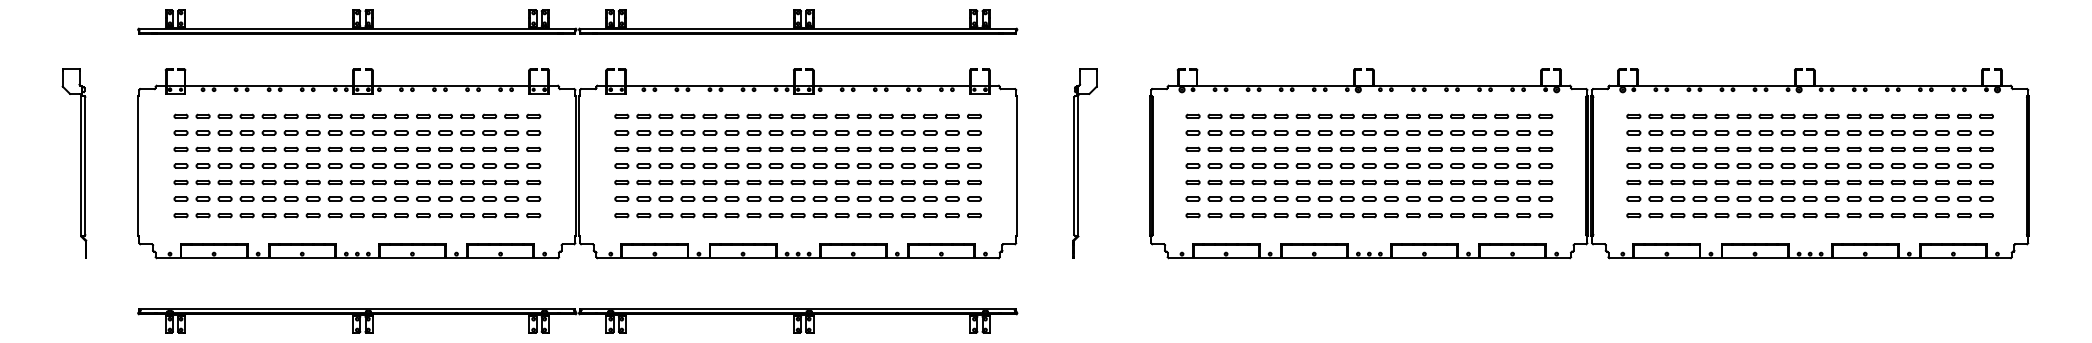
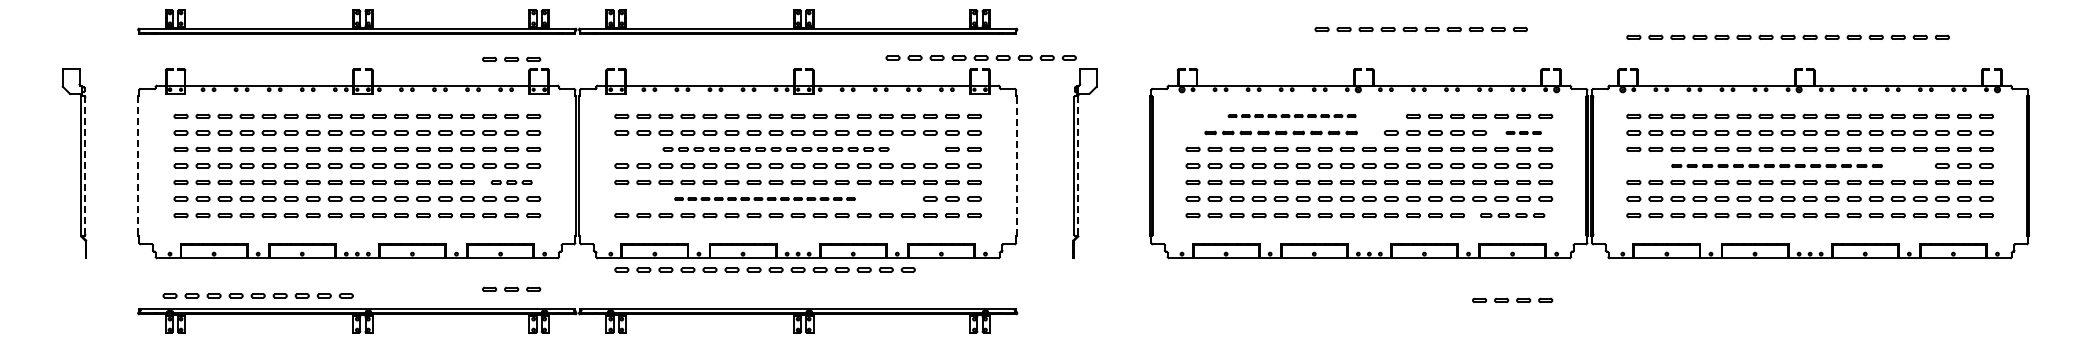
part at (1420, 29): none -> present
part at (1787, 36): none -> present
part at (980, 57): none -> present
part at (511, 58): none -> present
part at (1291, 115) size: 214x6 px -> 130x5 px
part at (1280, 132) size: 192x6 px -> 154x6 px
part at (1523, 132) size: 60x6 px -> 37x4 px
part at (775, 148) size: 324x6 px -> 228x5 px
part at (1776, 165) size: 302x6 px -> 212x4 px
line at (85, 166): solid -> dashed
line at (138, 166): solid -> dashed
line at (1017, 166): solid -> dashed
line at (1078, 166): solid -> dashed
part at (511, 182) size: 60x6 px -> 43x5 px
part at (764, 198) size: 302x6 px -> 182x4 px
part at (1512, 215) size: 82x6 px -> 66x5 px
part at (764, 269): none -> present
part at (511, 288): none -> present
part at (257, 295): none -> present
part at (1512, 299): none -> present
